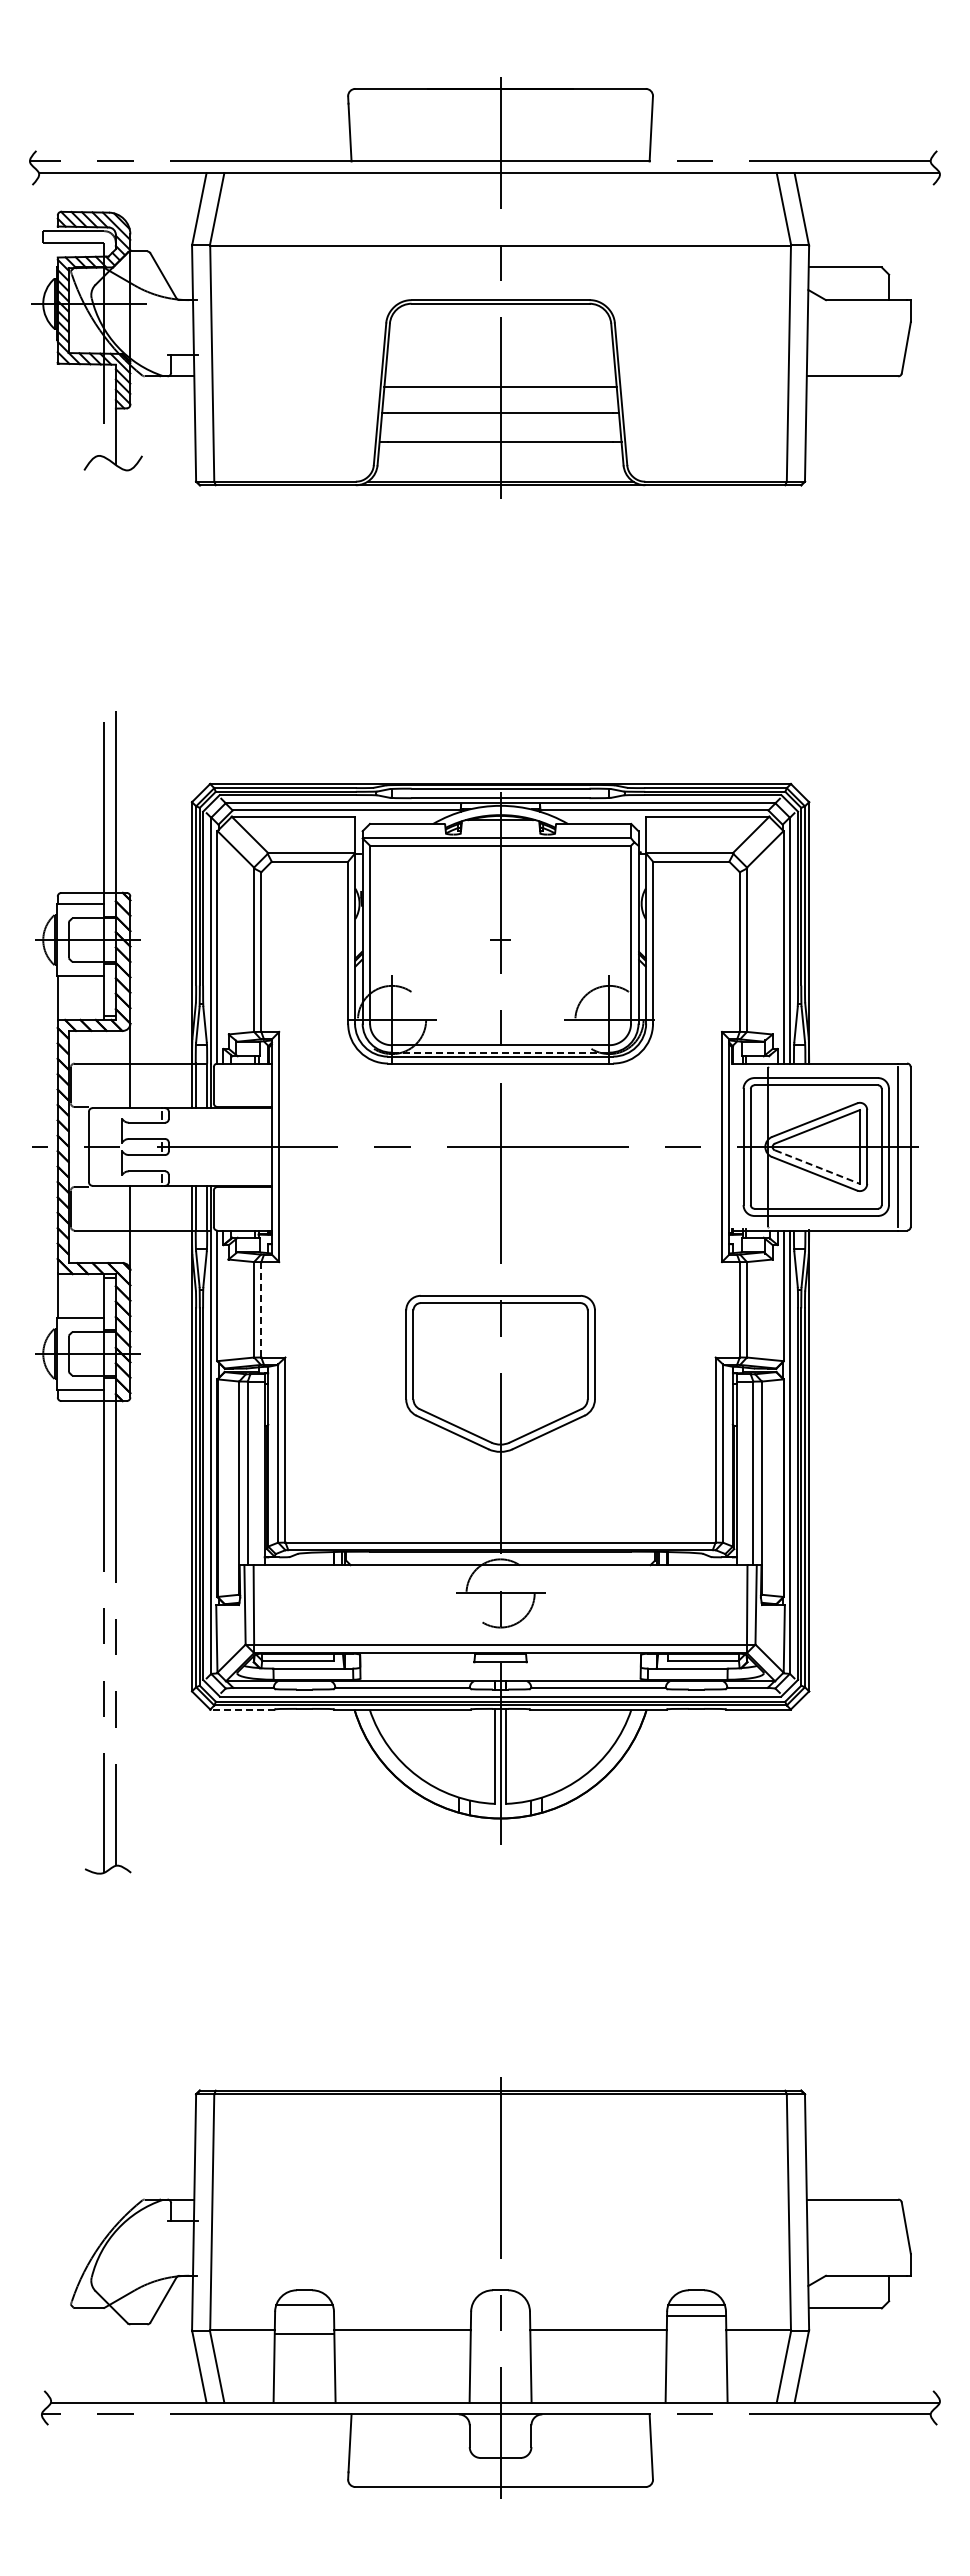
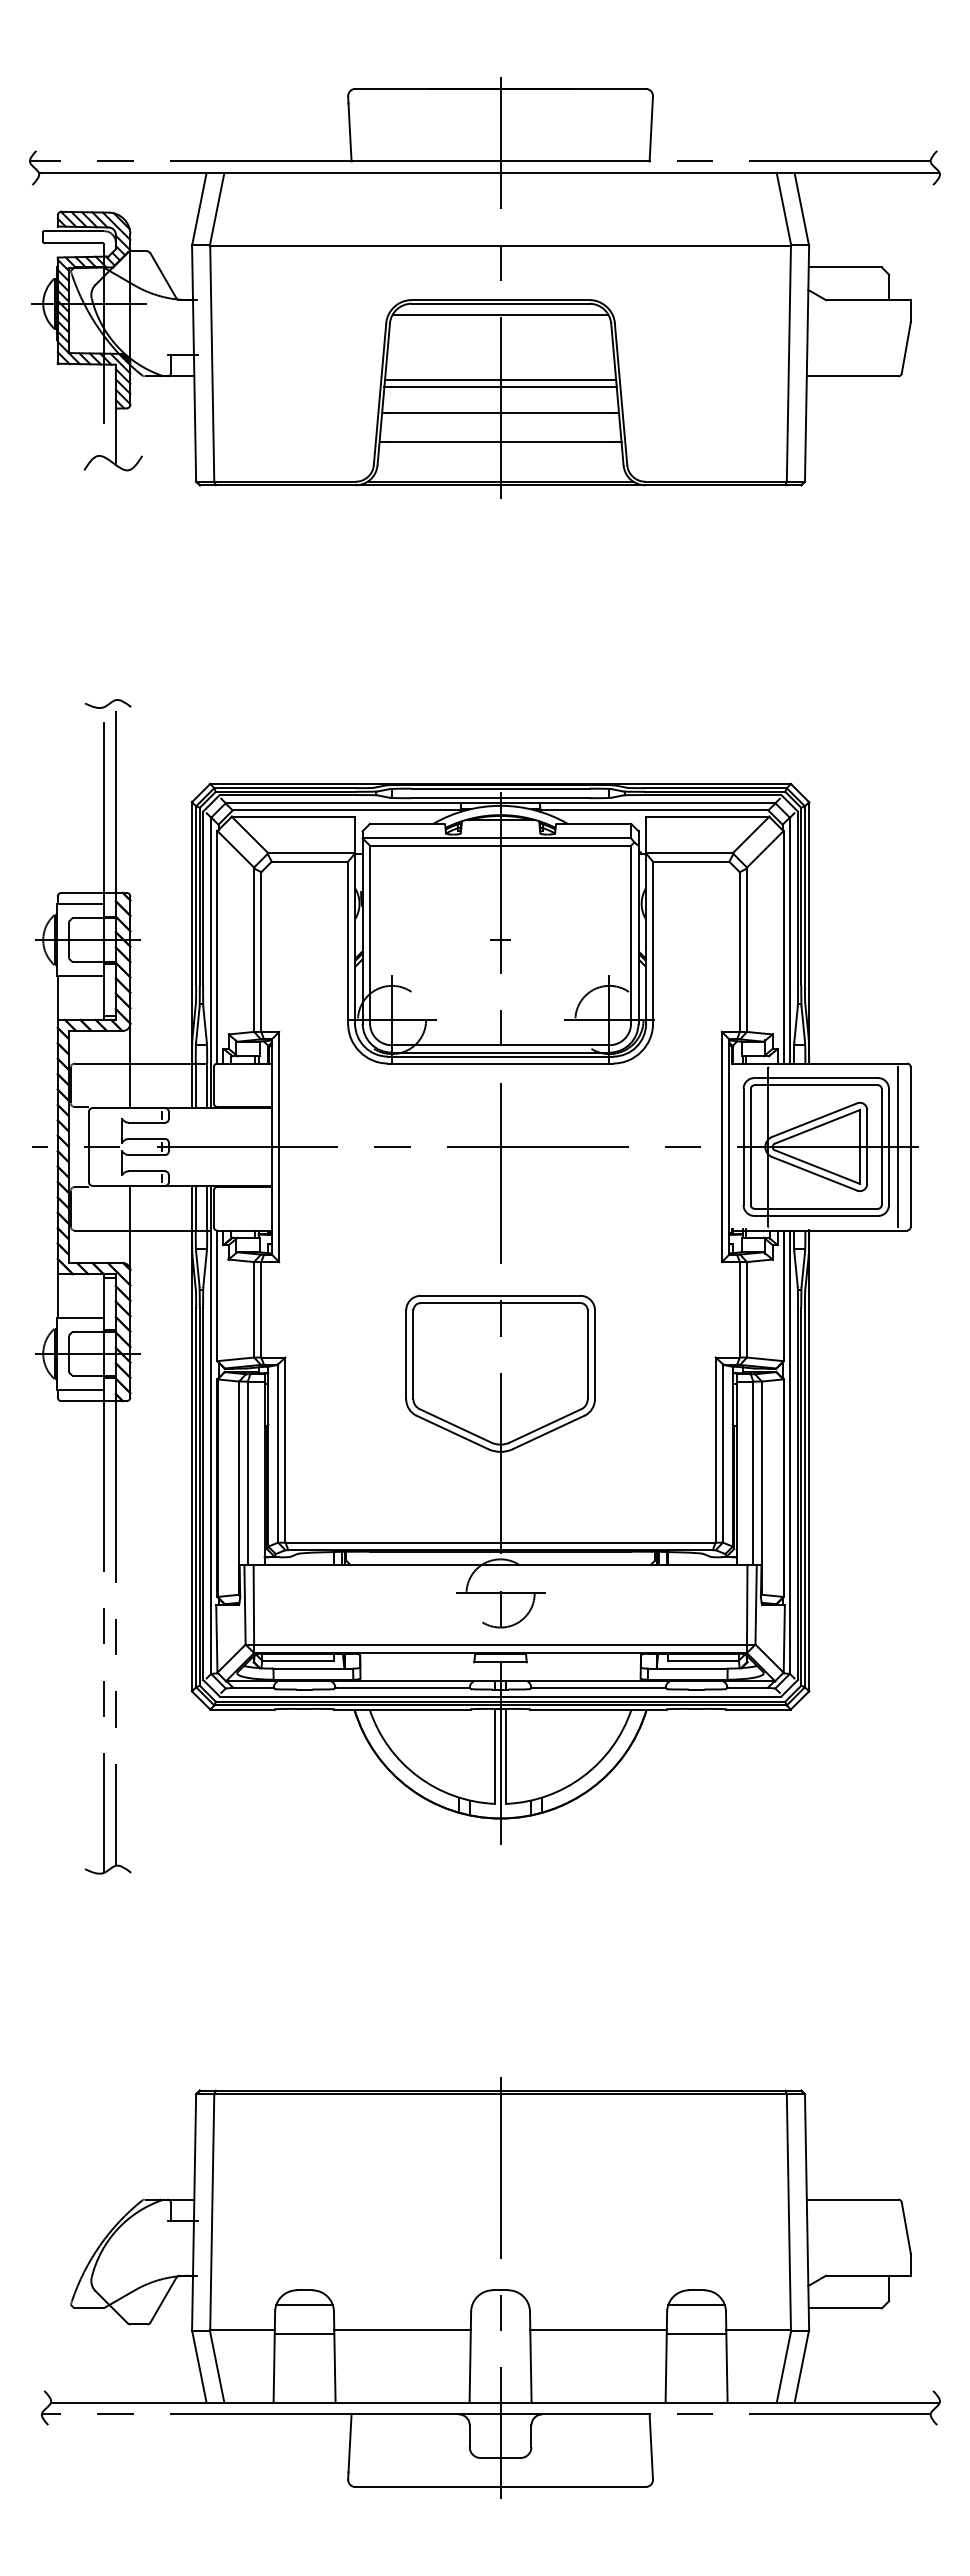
line at (500, 314): none -> present
line at (500, 379): none -> present
curve at (108, 703): none -> present
line at (500, 1052): dashed -> solid
line at (817, 1167): dashed -> solid
line at (261, 1309): dashed -> solid
line at (242, 1709): dashed -> solid
line at (696, 2315) position: (696, 2315) -> (696, 2333)
